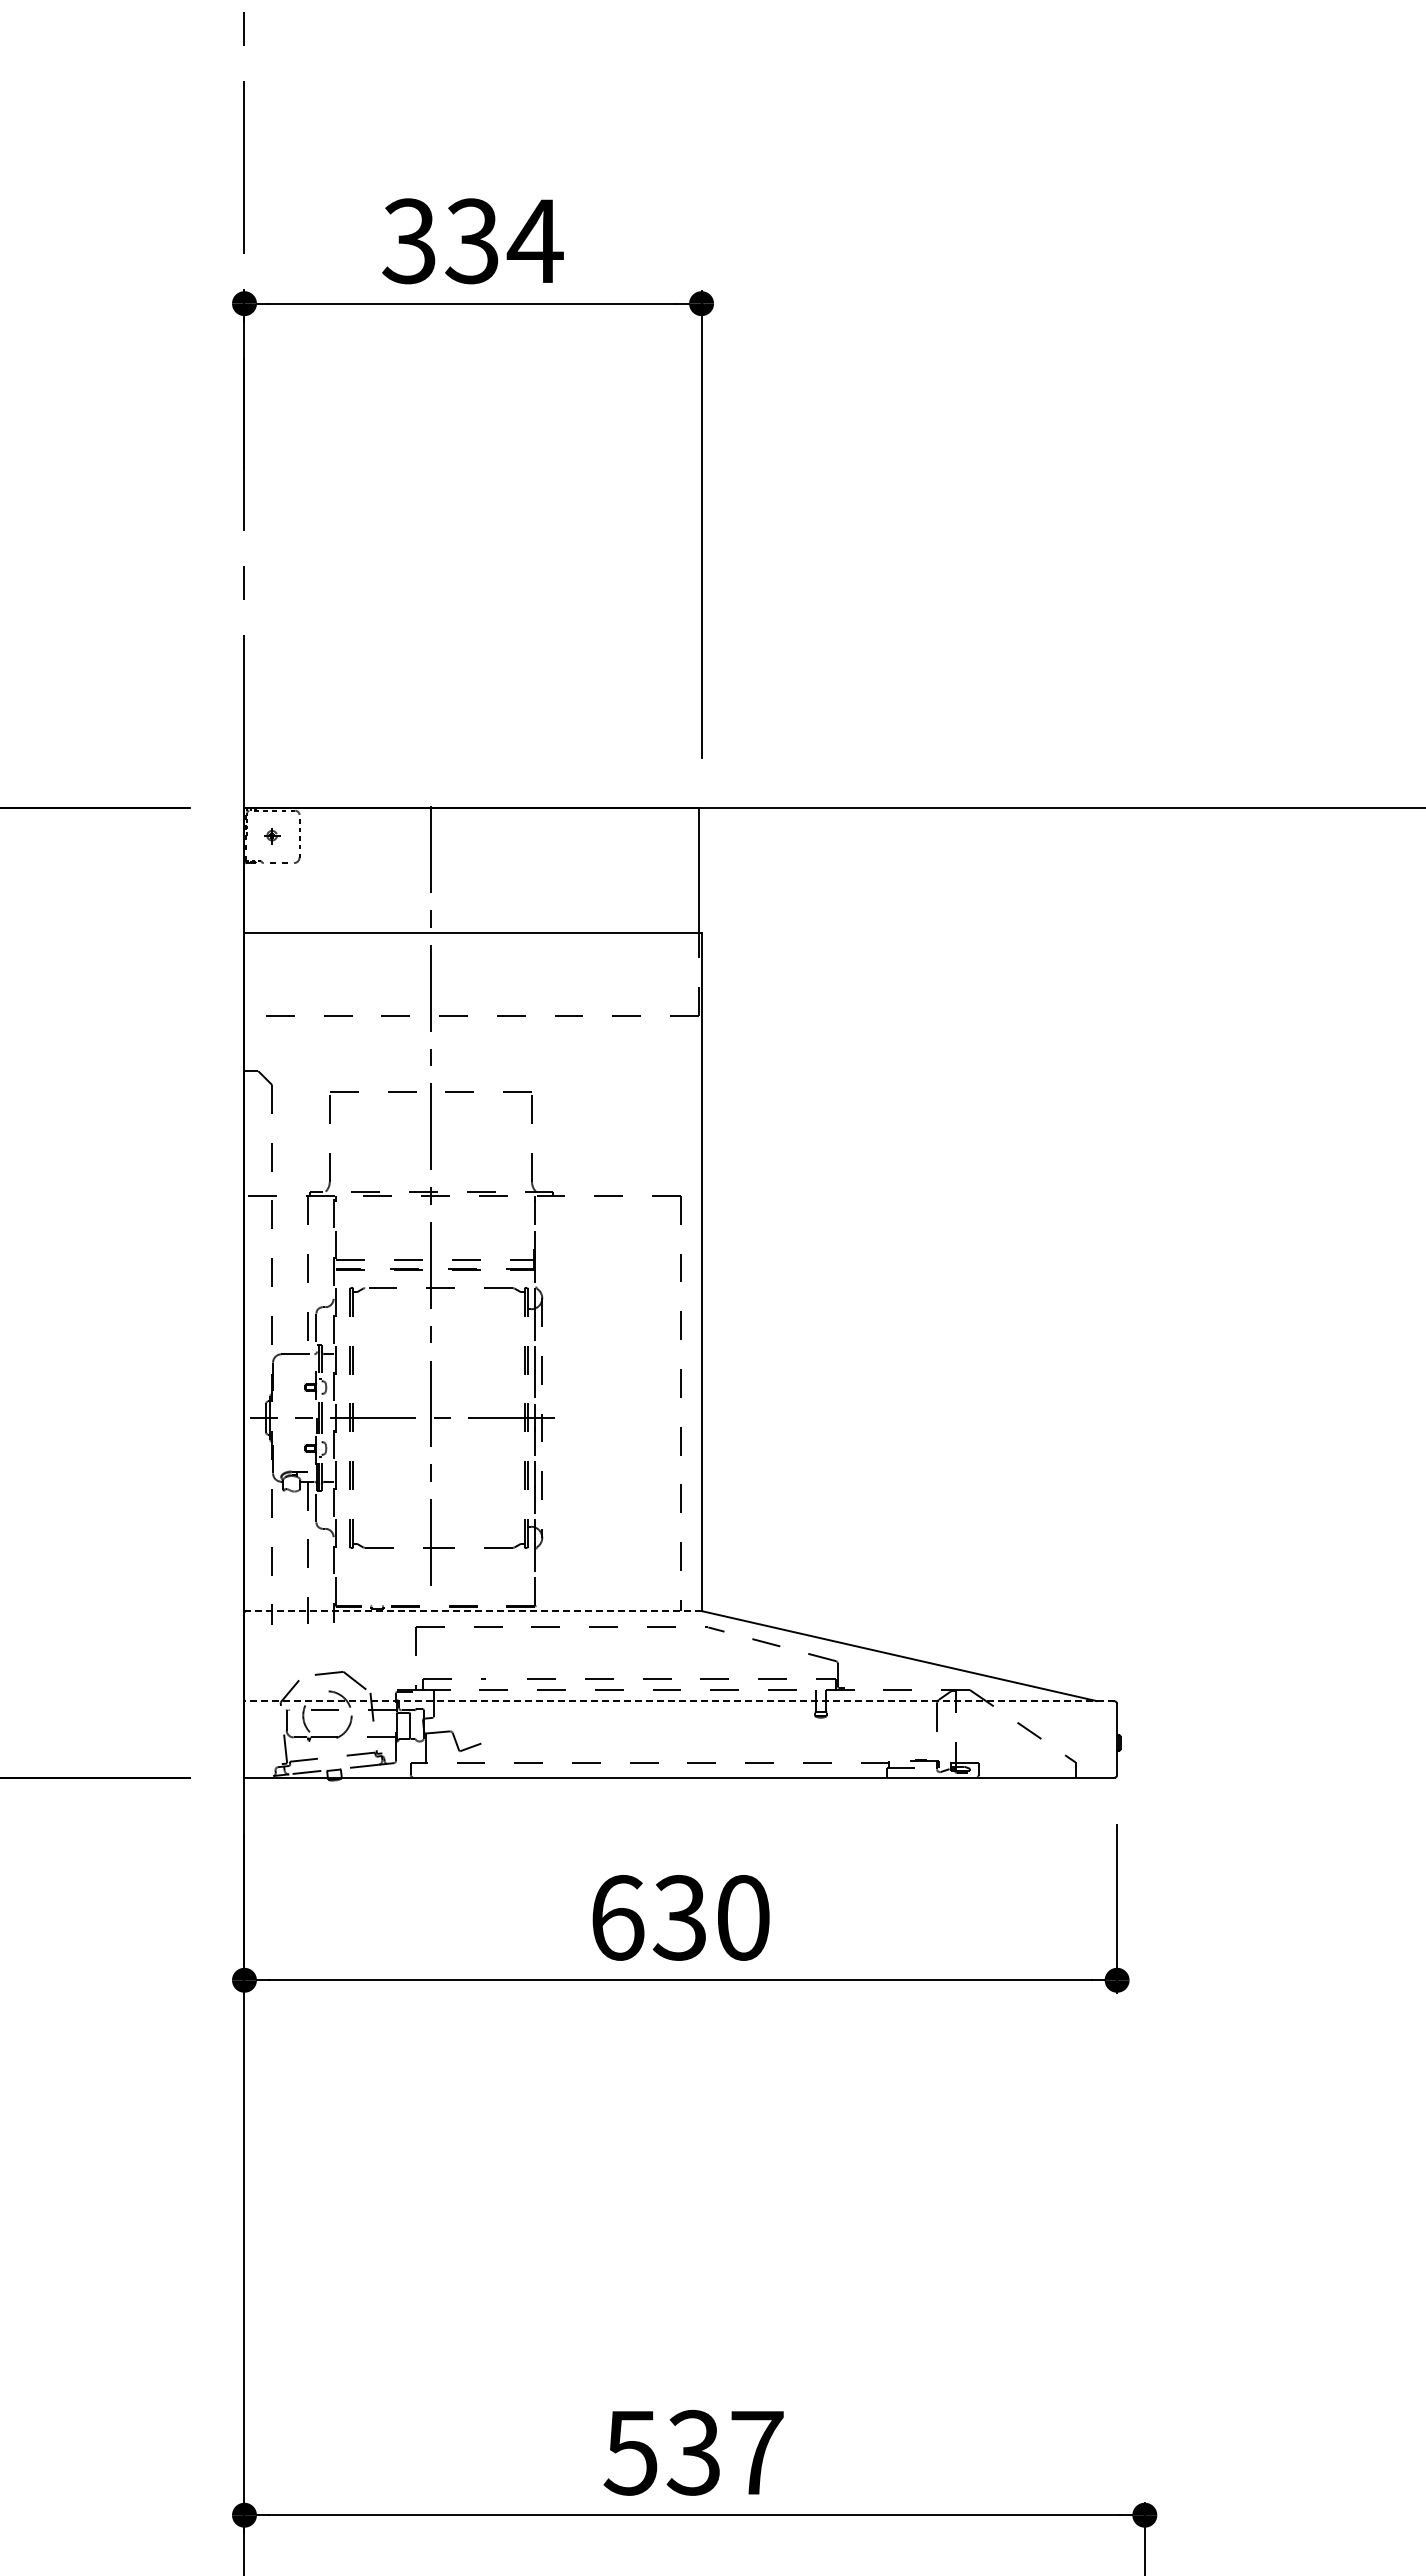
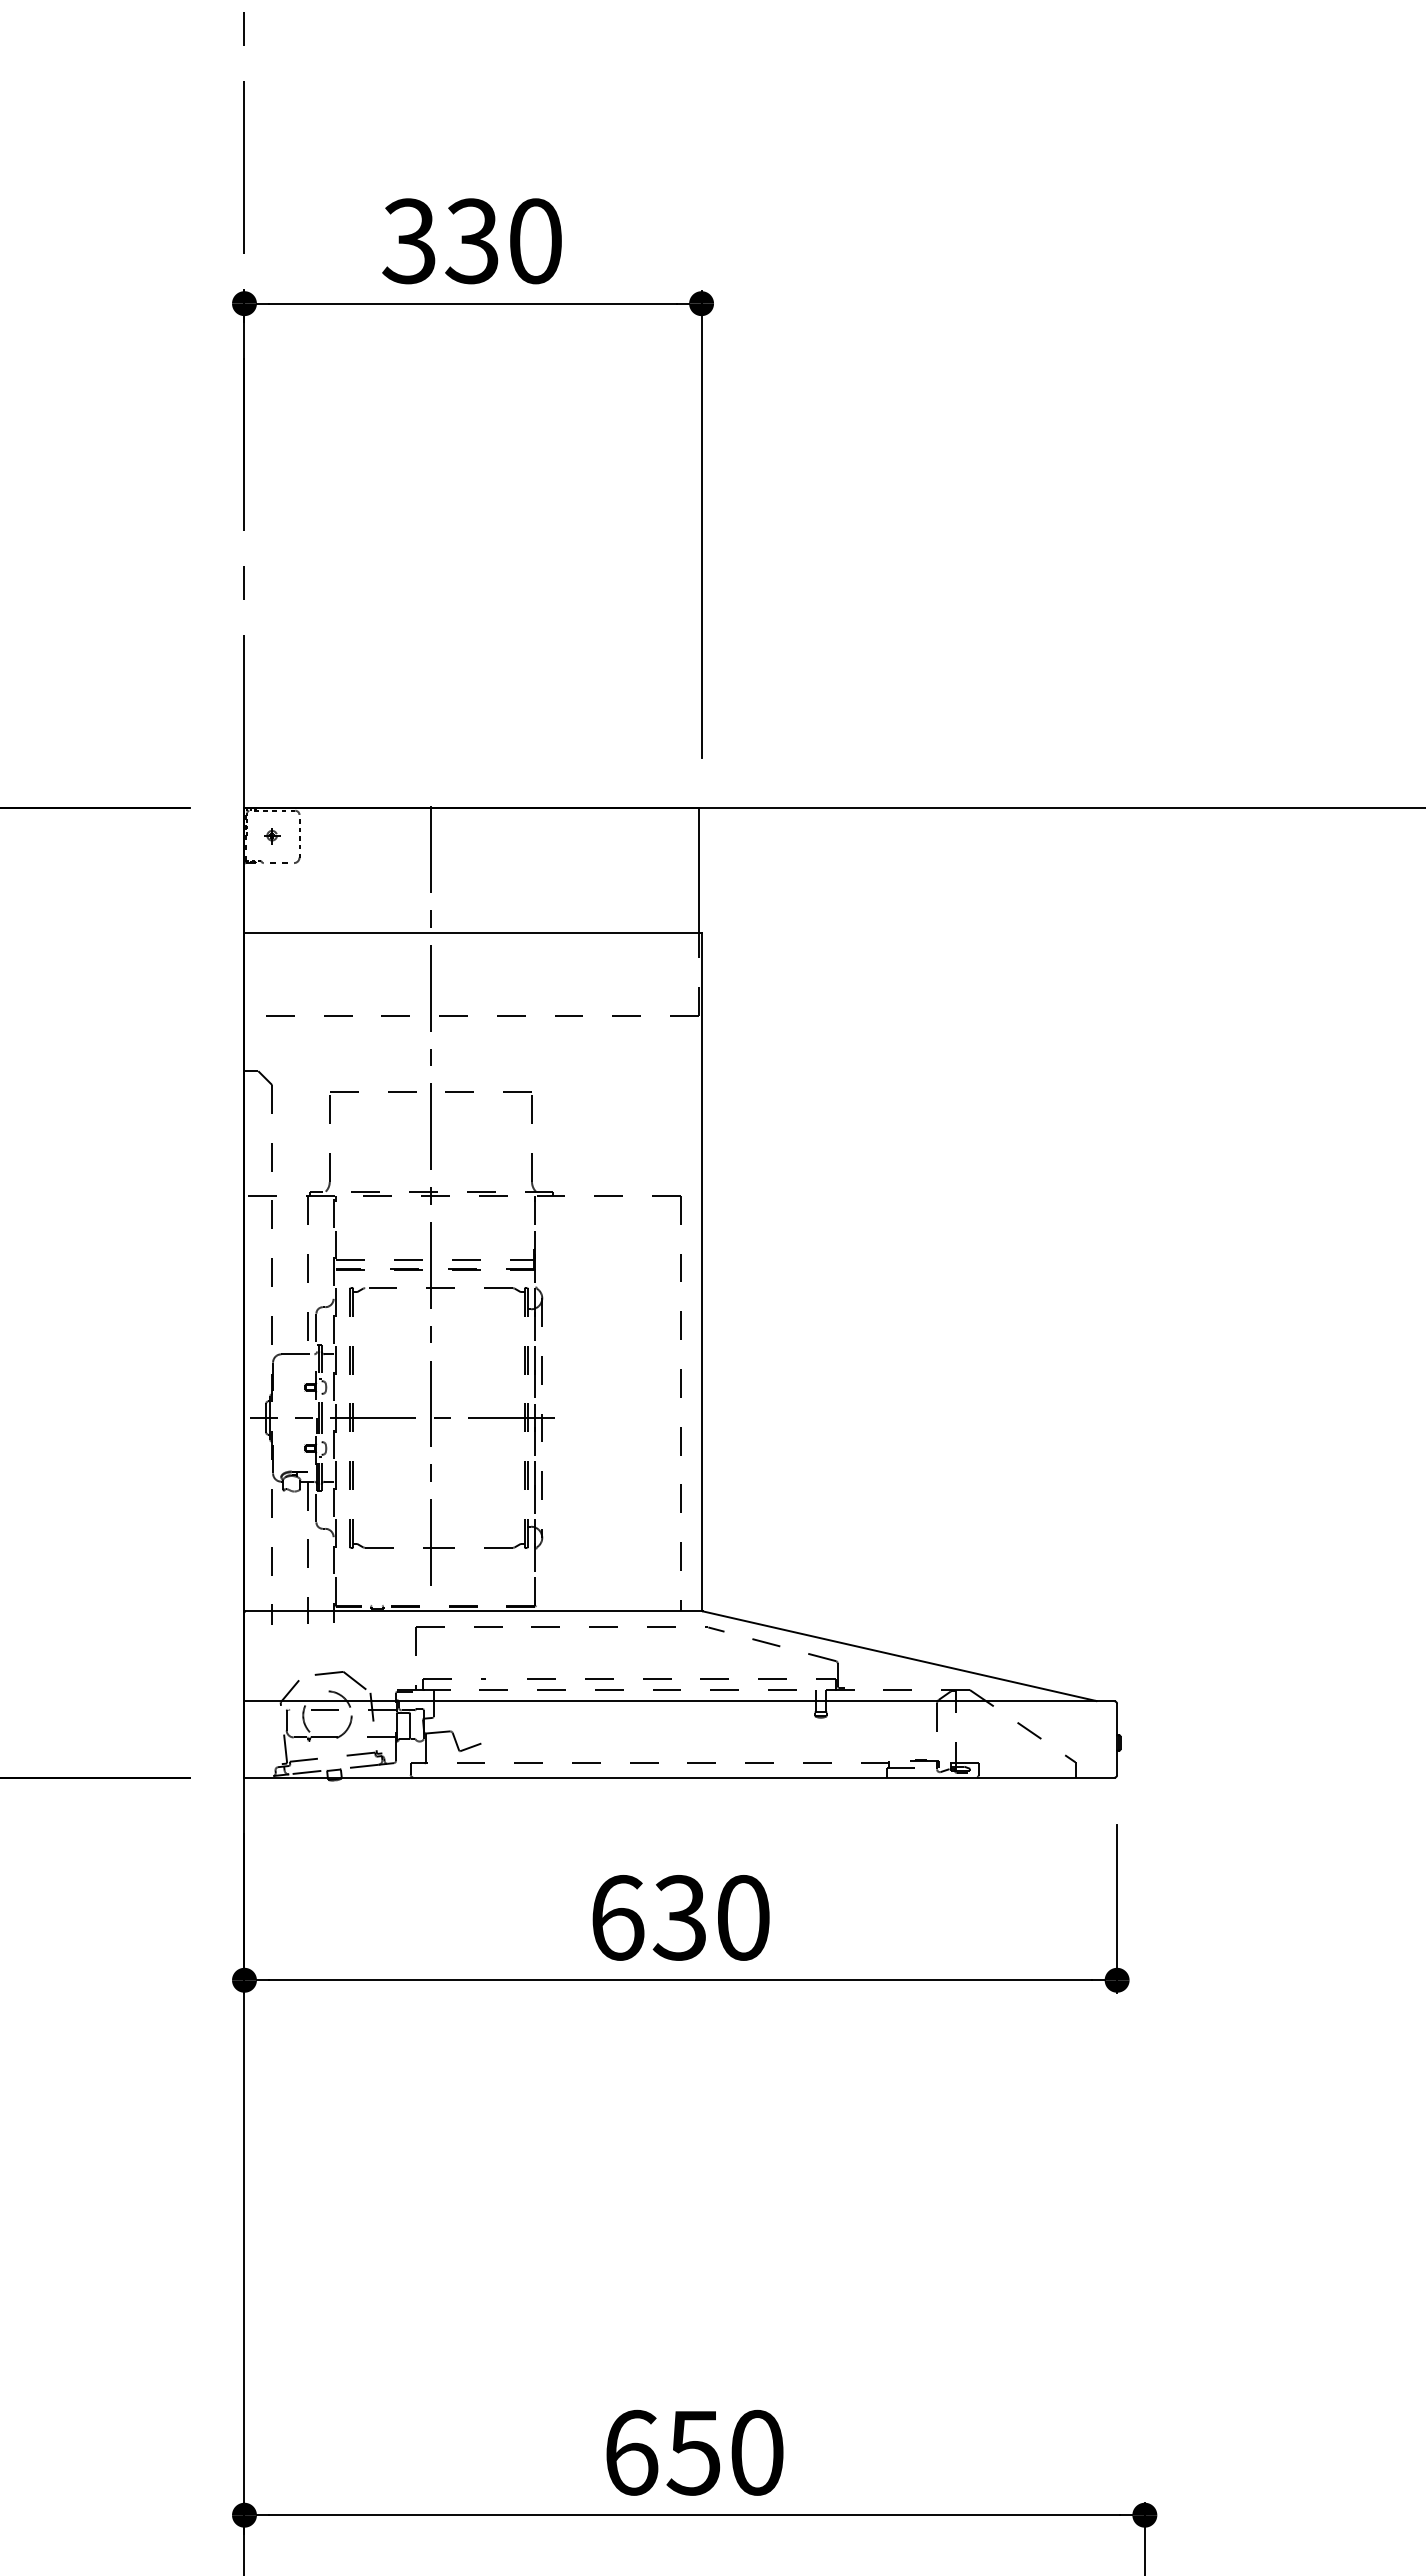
text at (534, 241): 334 -> 330
line at (474, 1611): dashed -> solid
line at (679, 1701): dashed -> solid
text at (693, 2452): 537 -> 650
